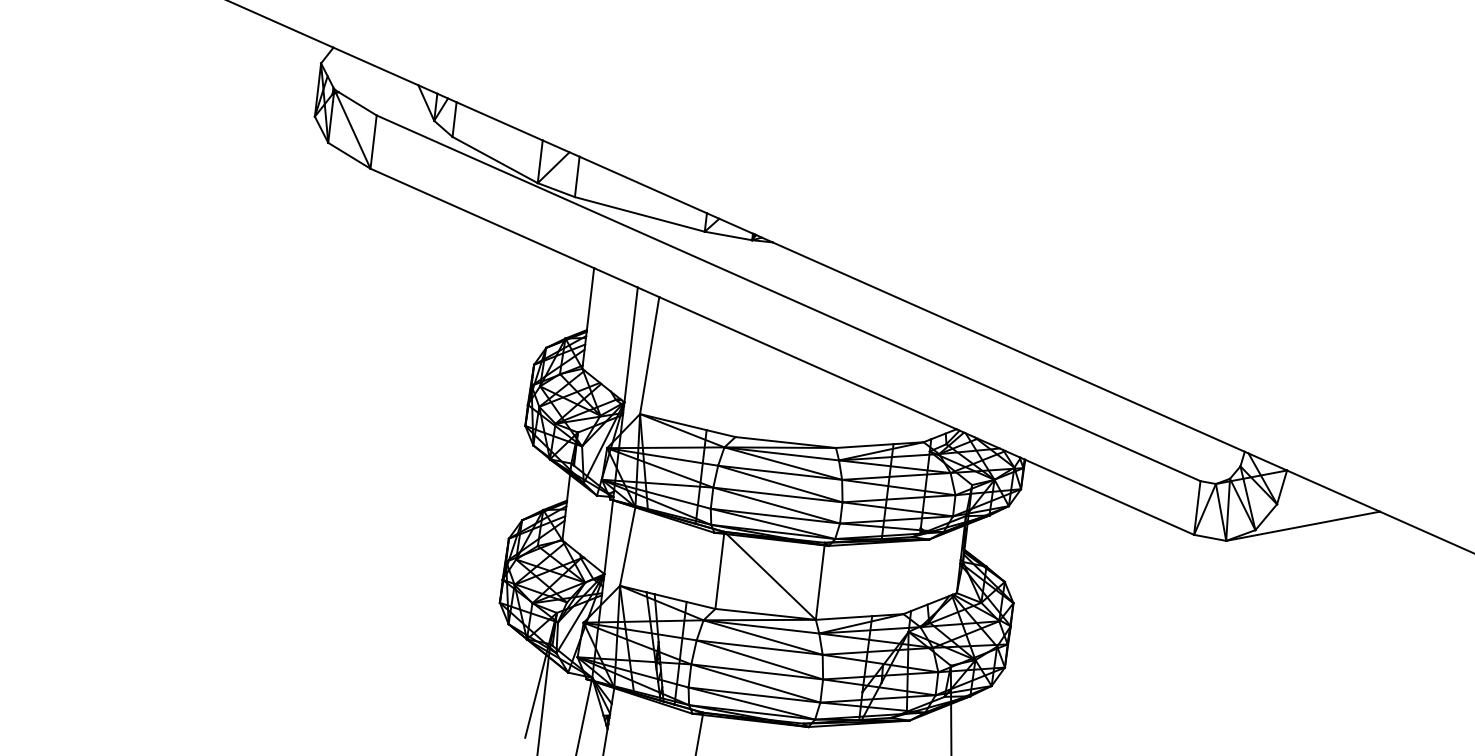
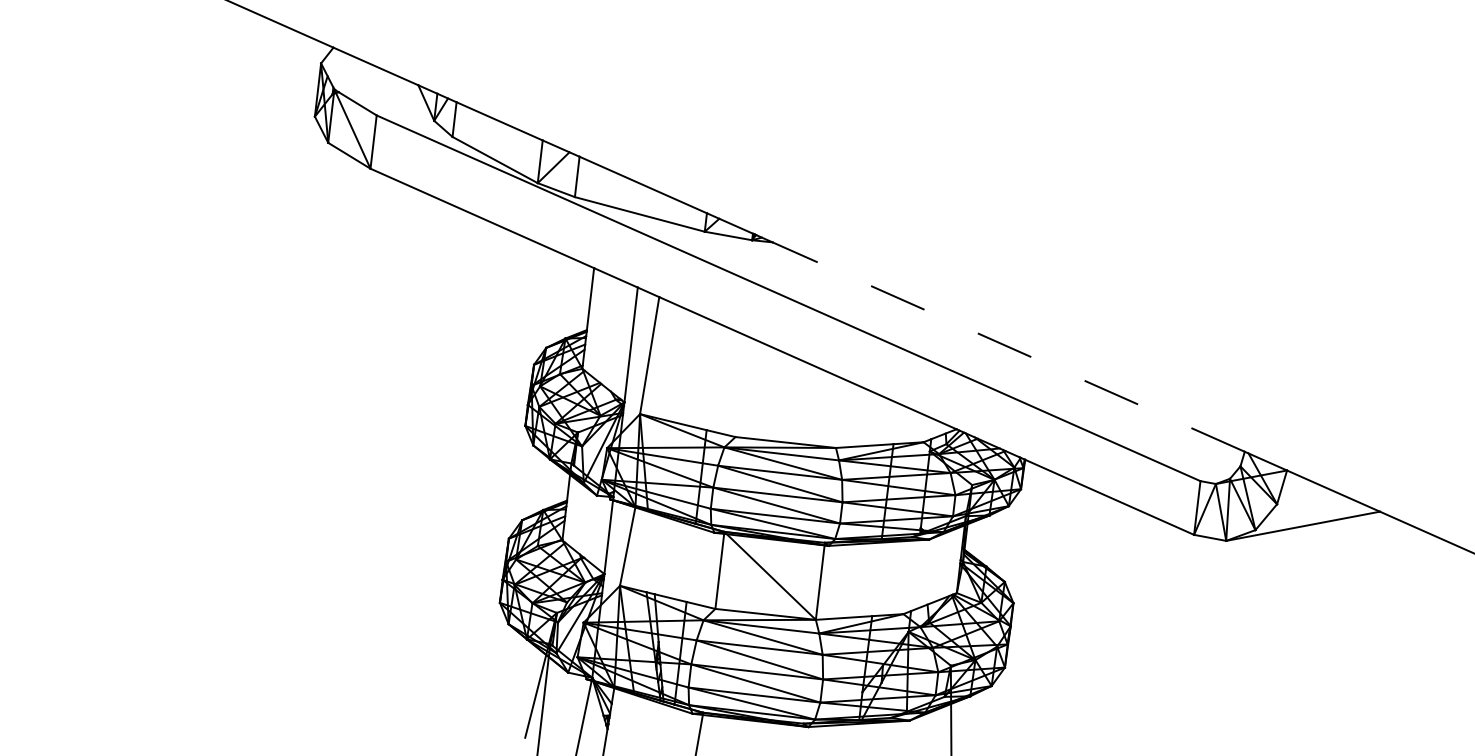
line at (1008, 346): solid -> dashed
